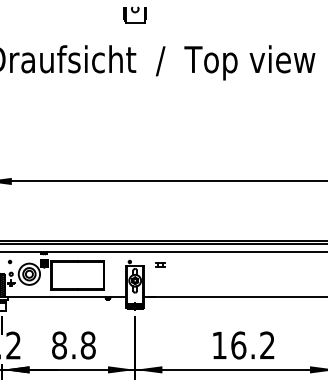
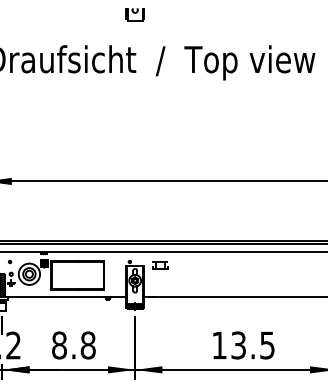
part at (134, 14) size: 24x18 px -> 20x14 px
part at (160, 264) size: 11x6 px -> 17x9 px
text at (252, 345): 16.2 -> 13.5
